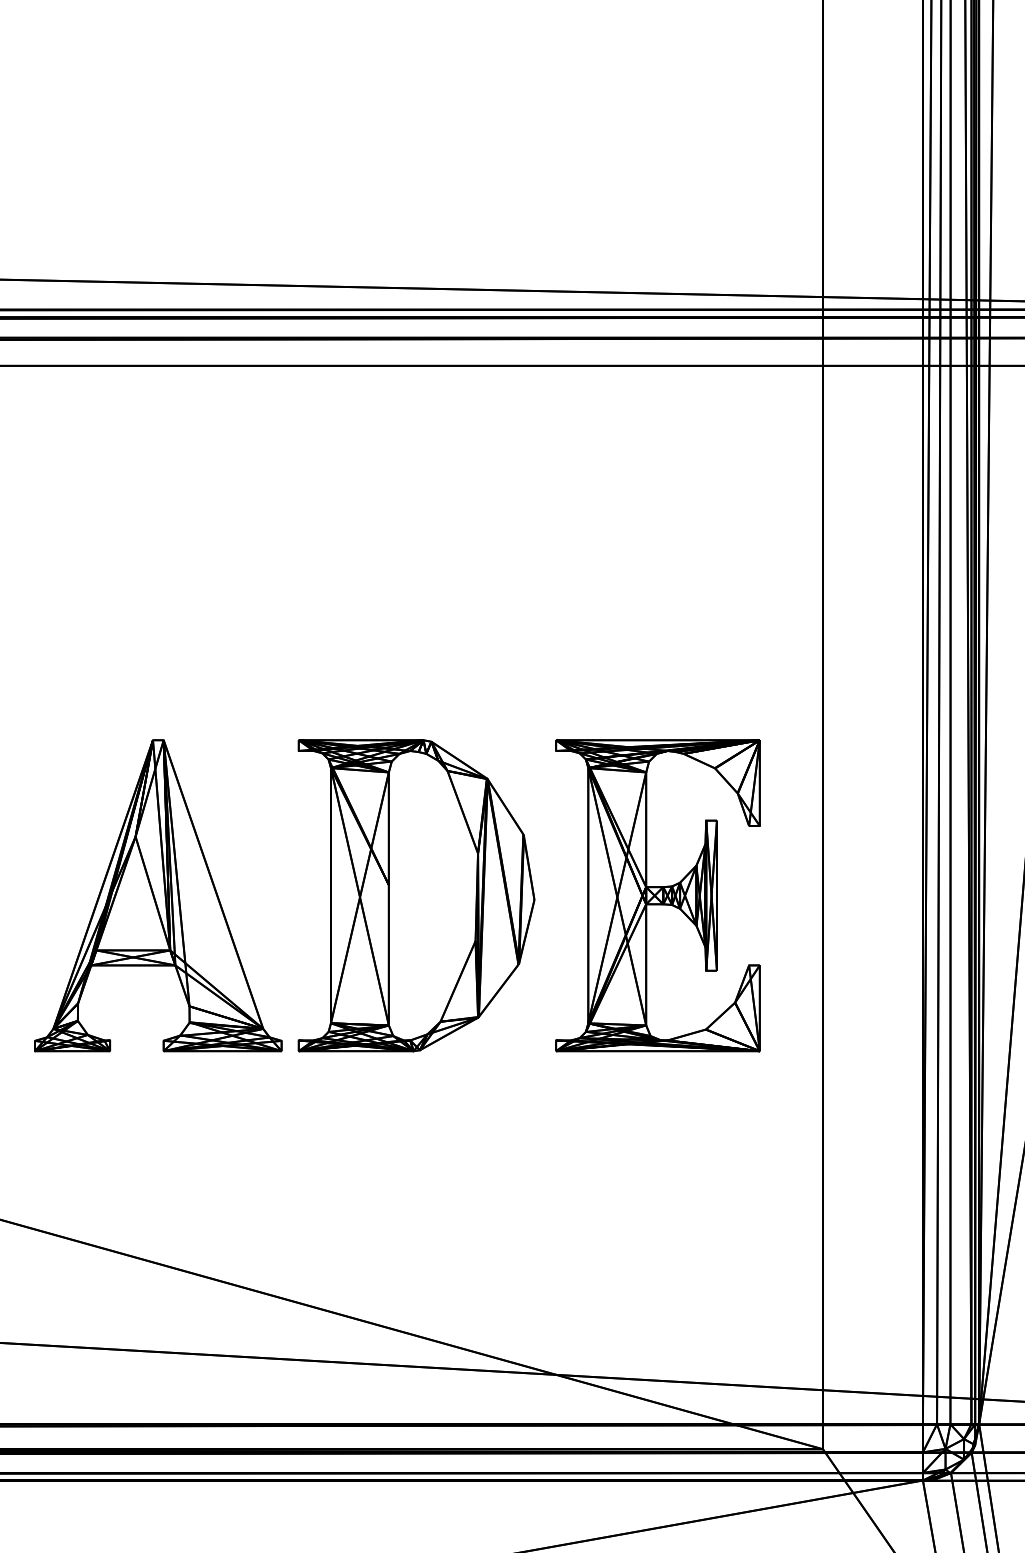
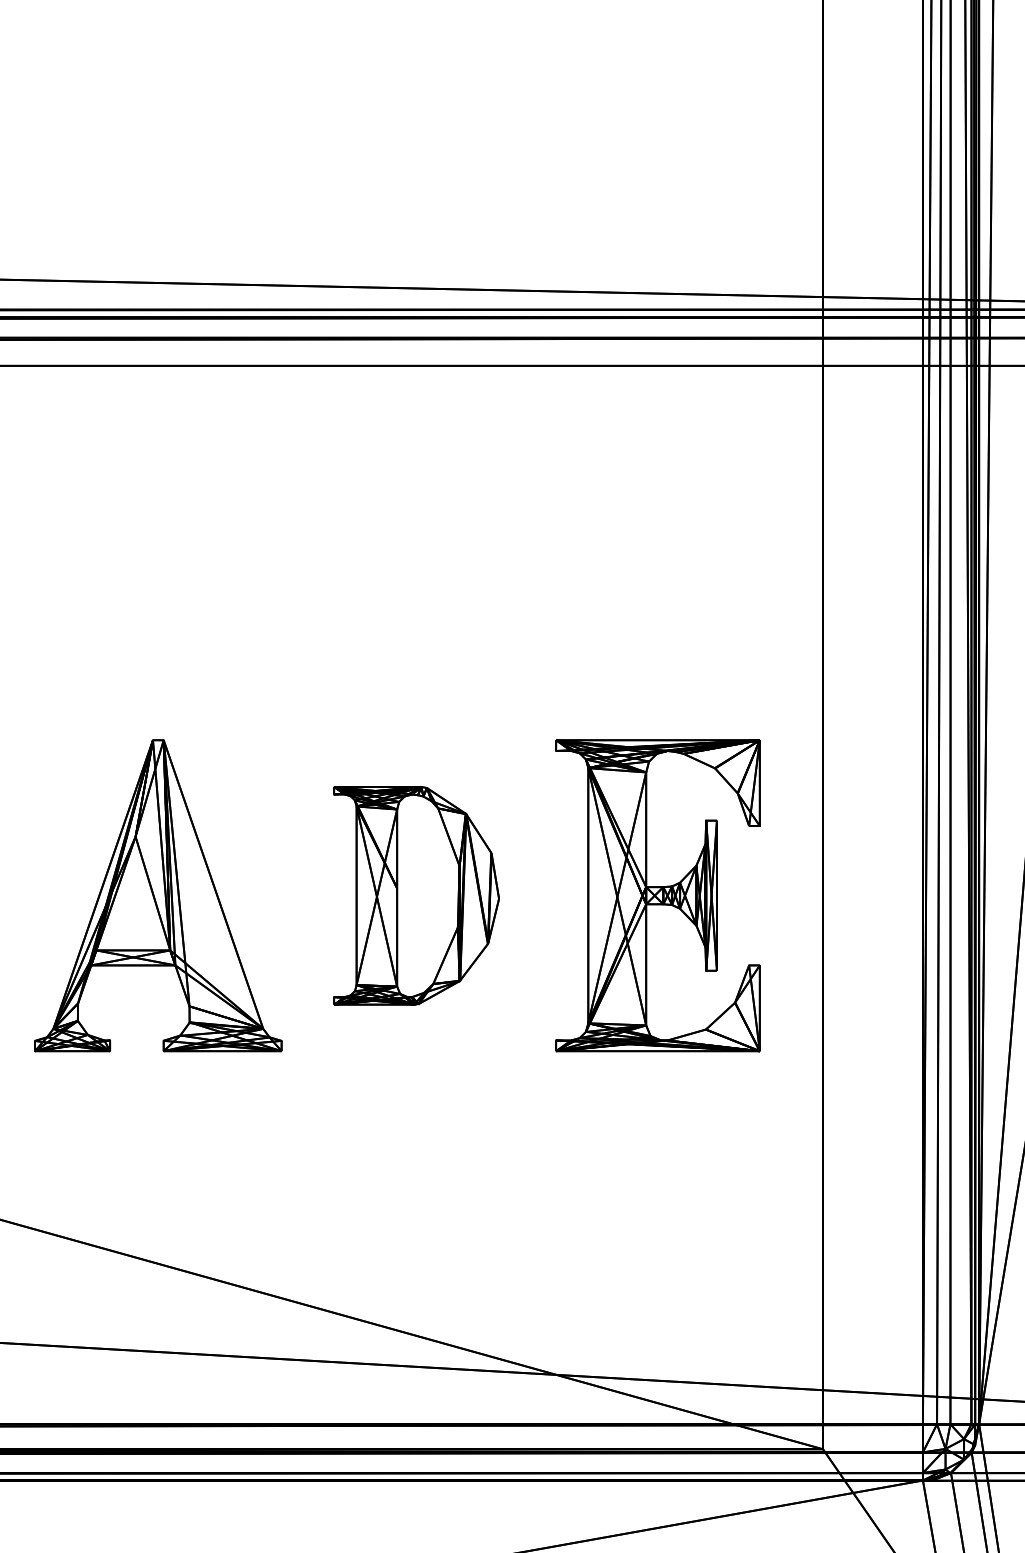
part at (416, 895) size: 239x314 px -> 167x221 px
